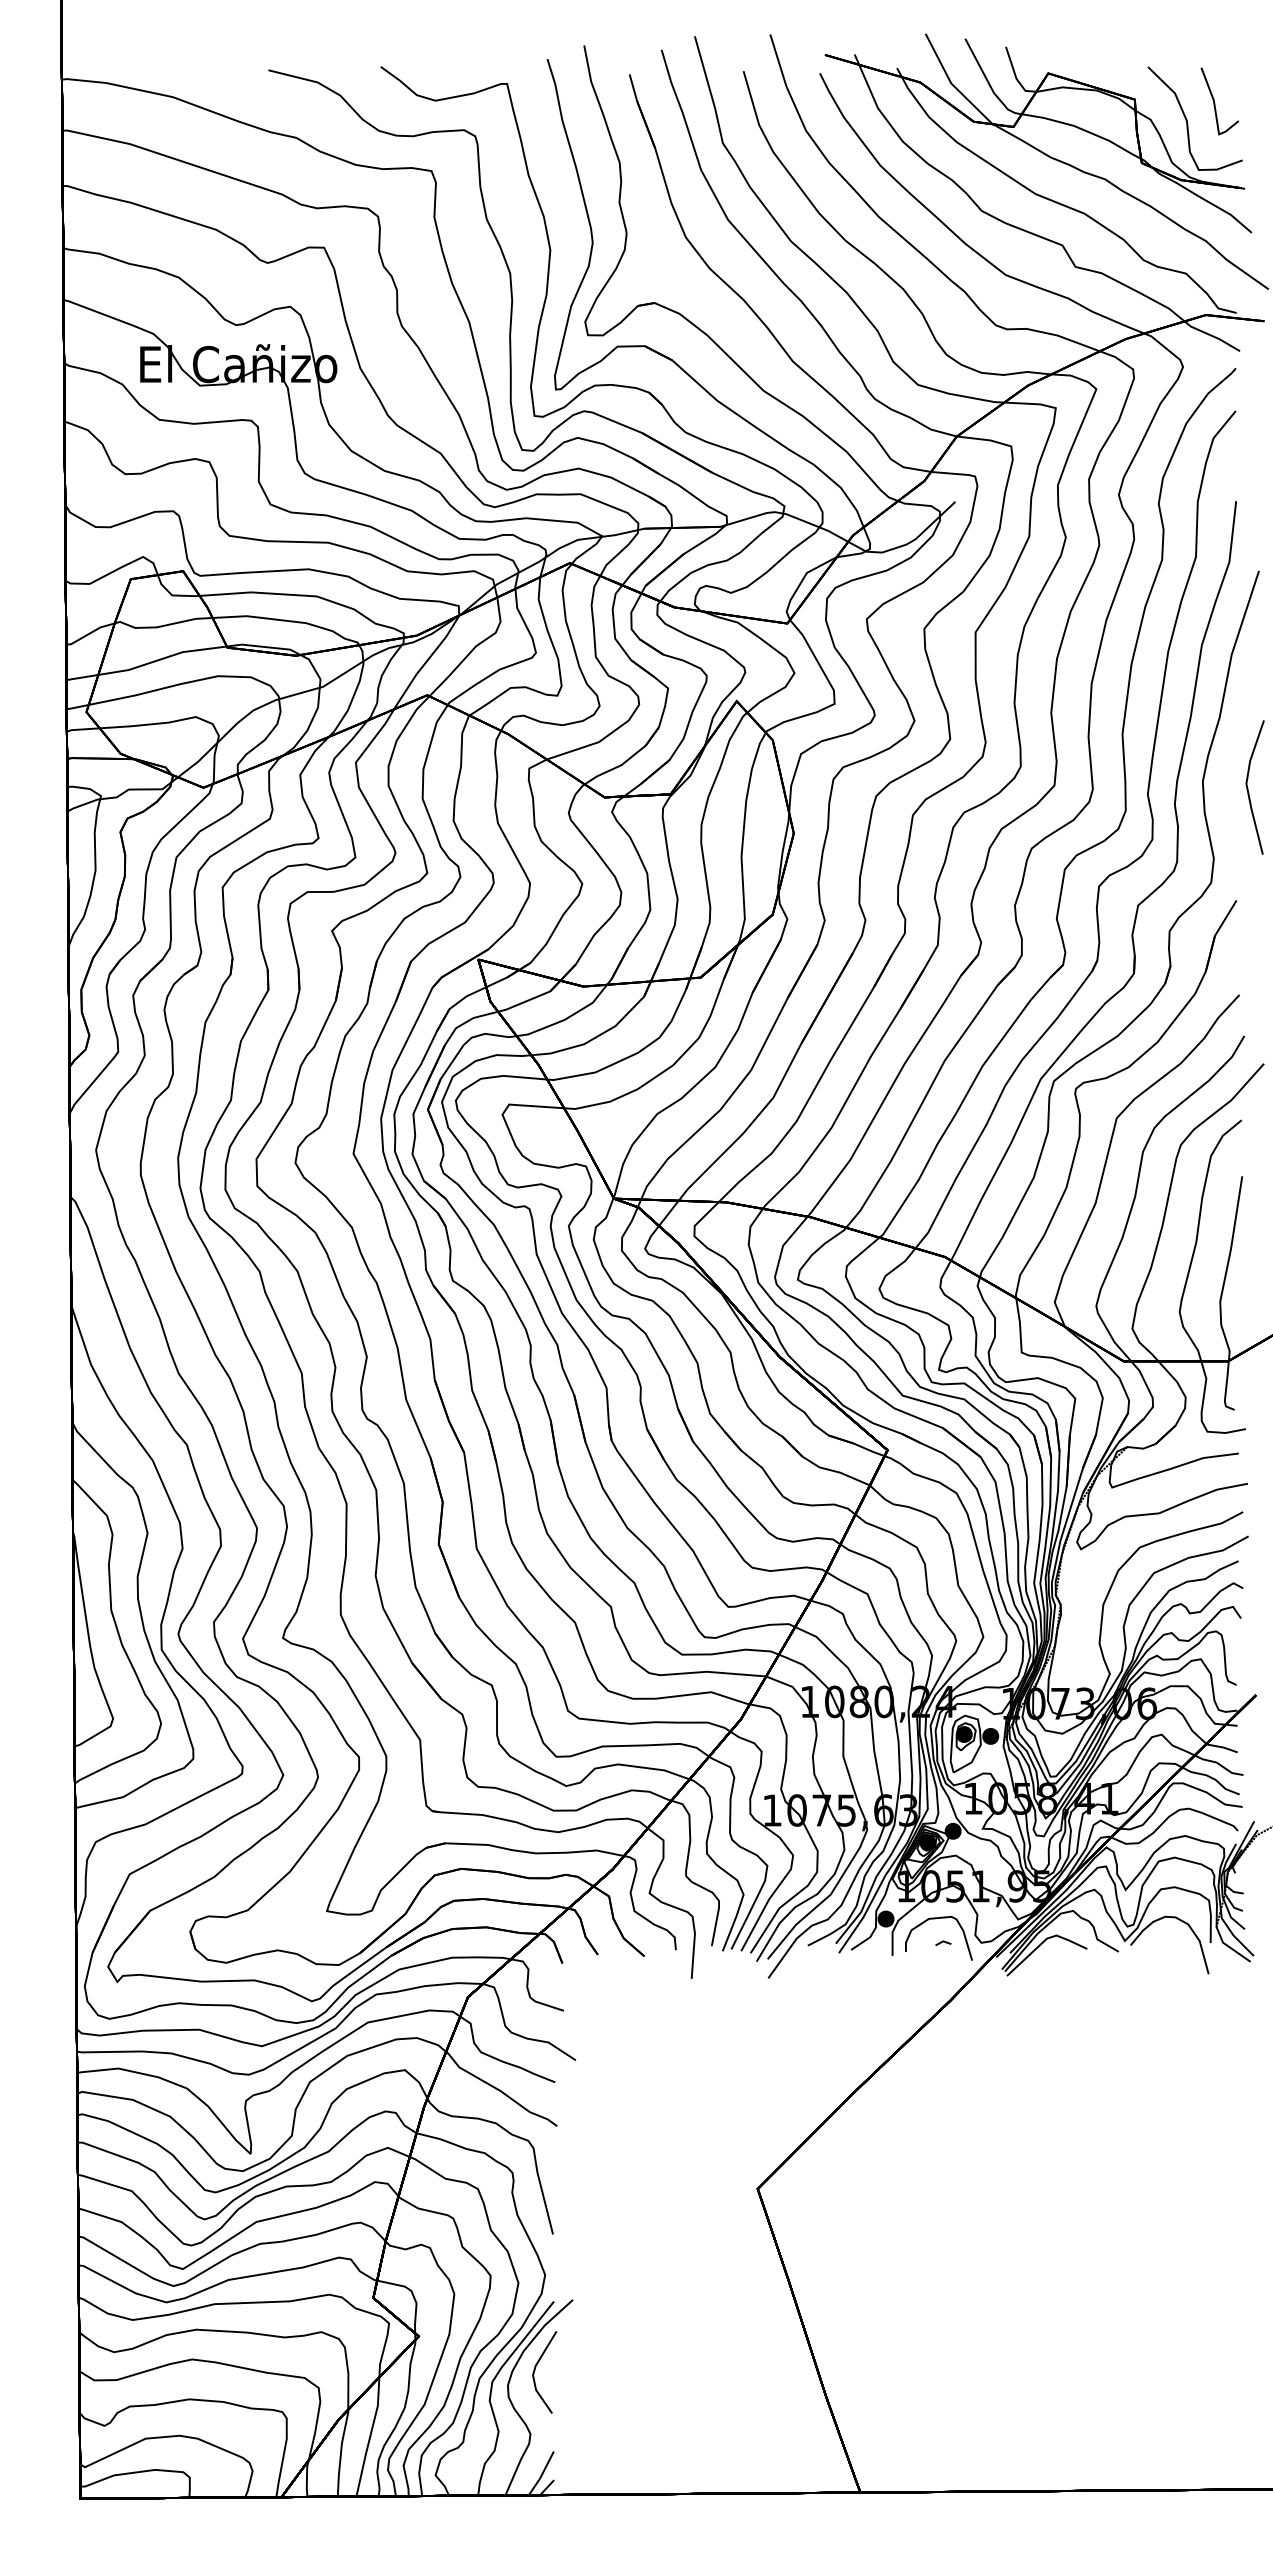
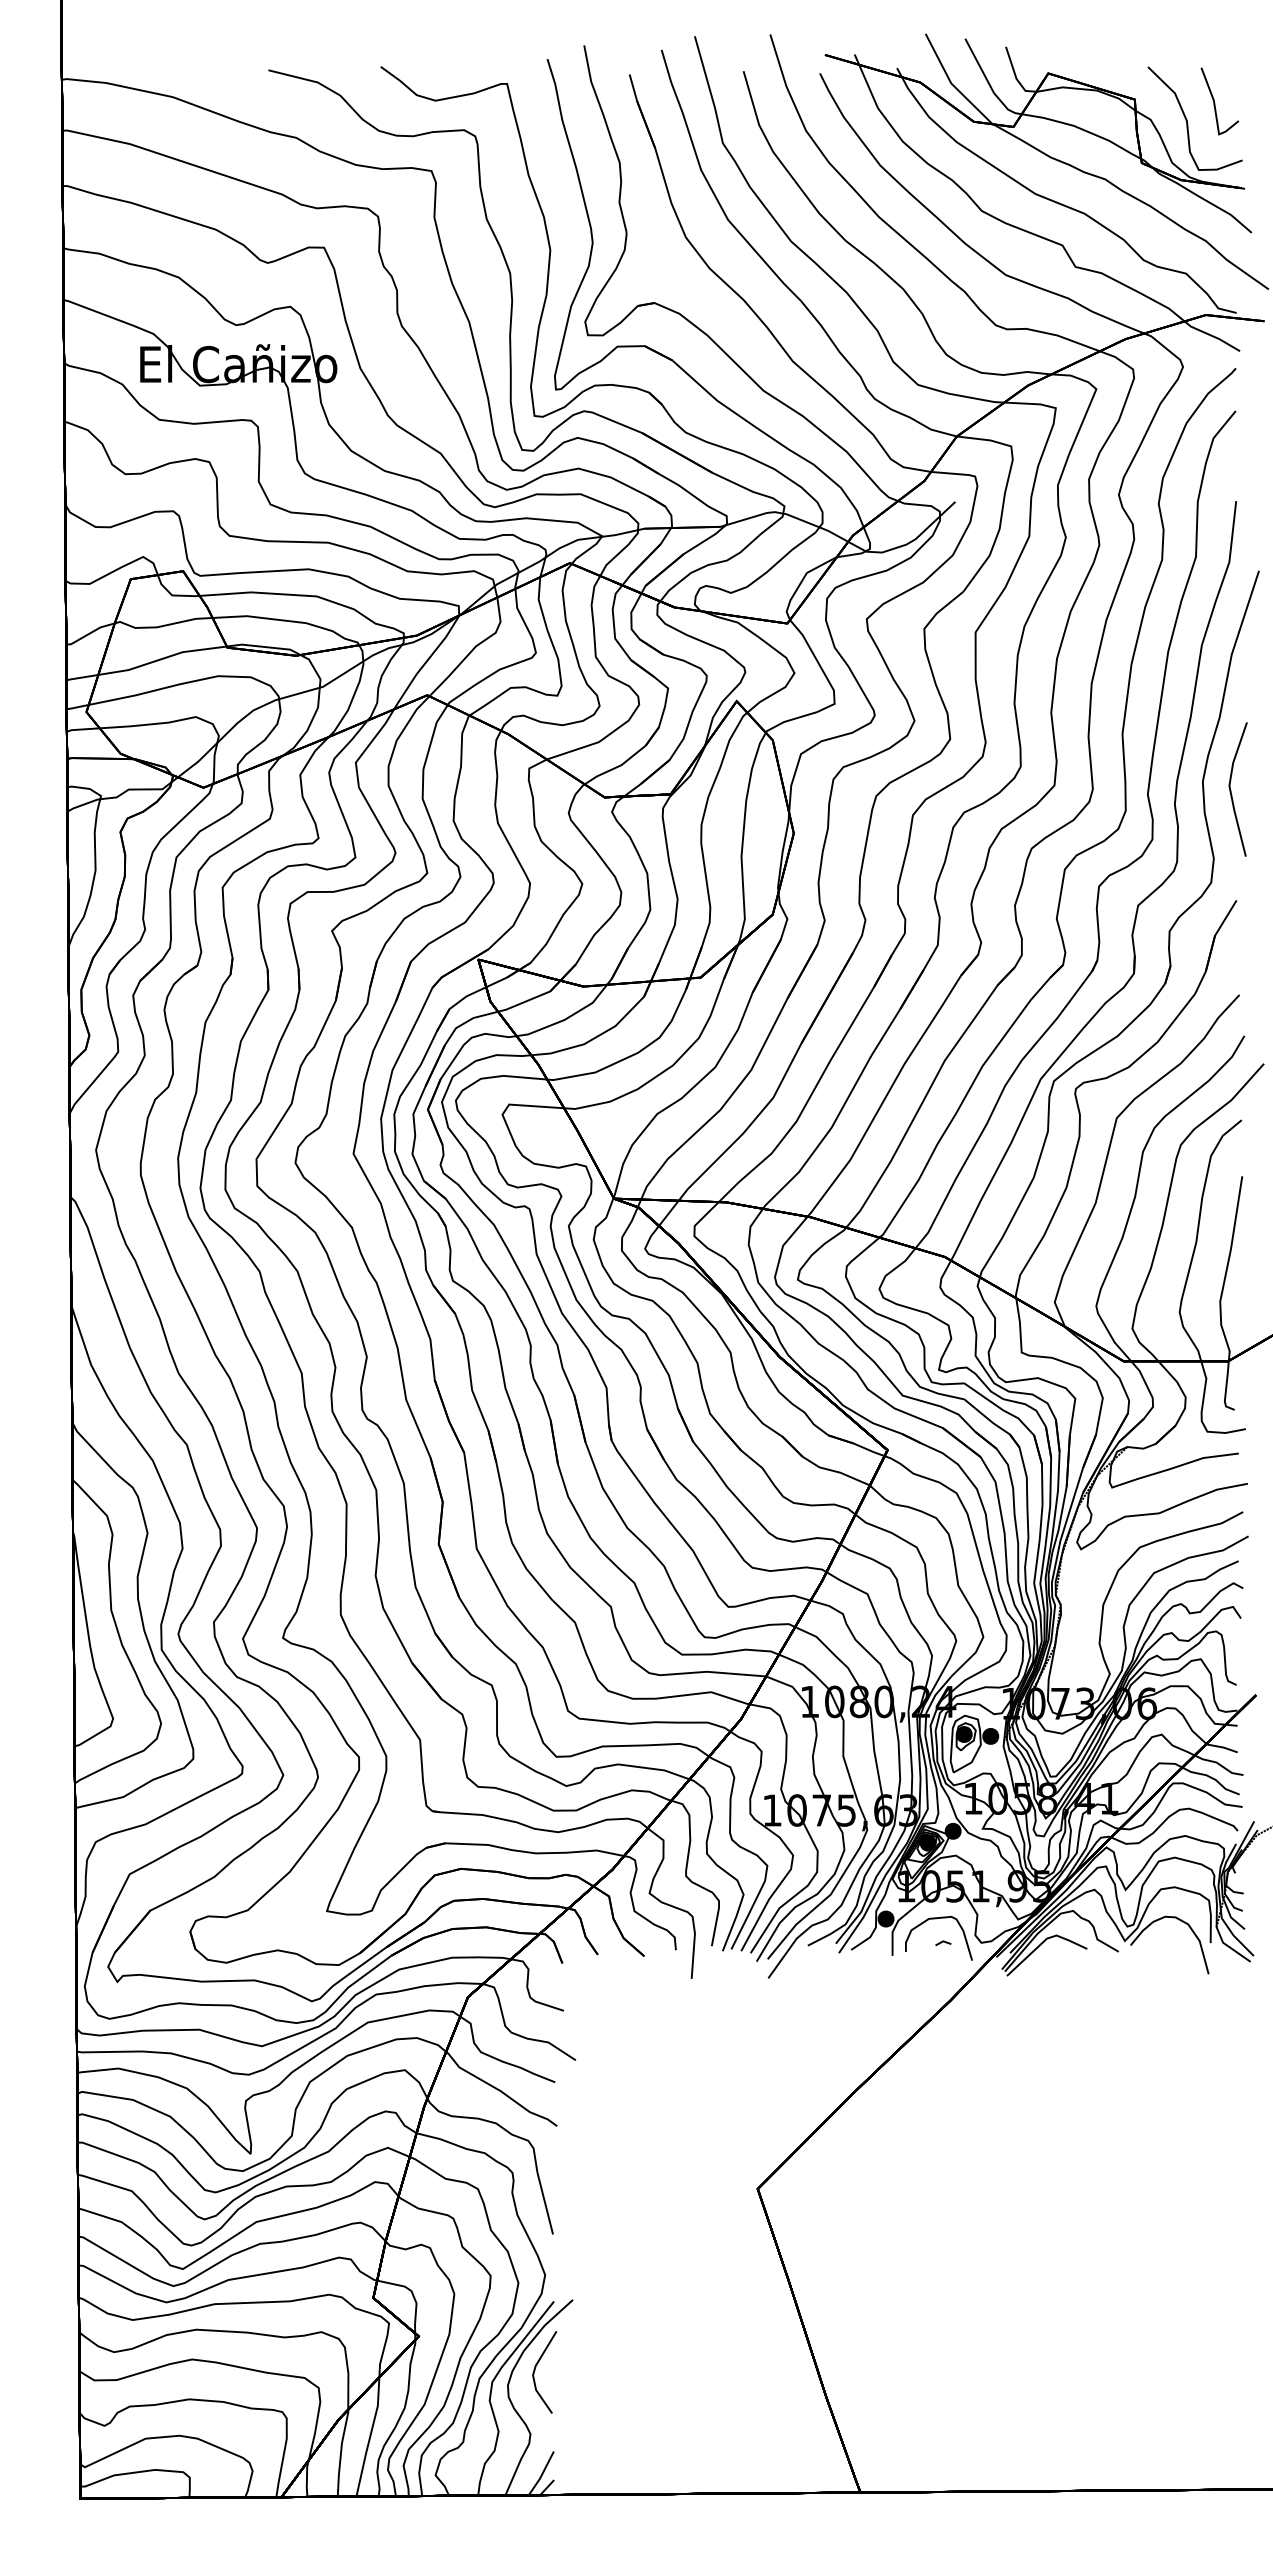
line at (1248, 787) position: (1248, 787) -> (1231, 789)
